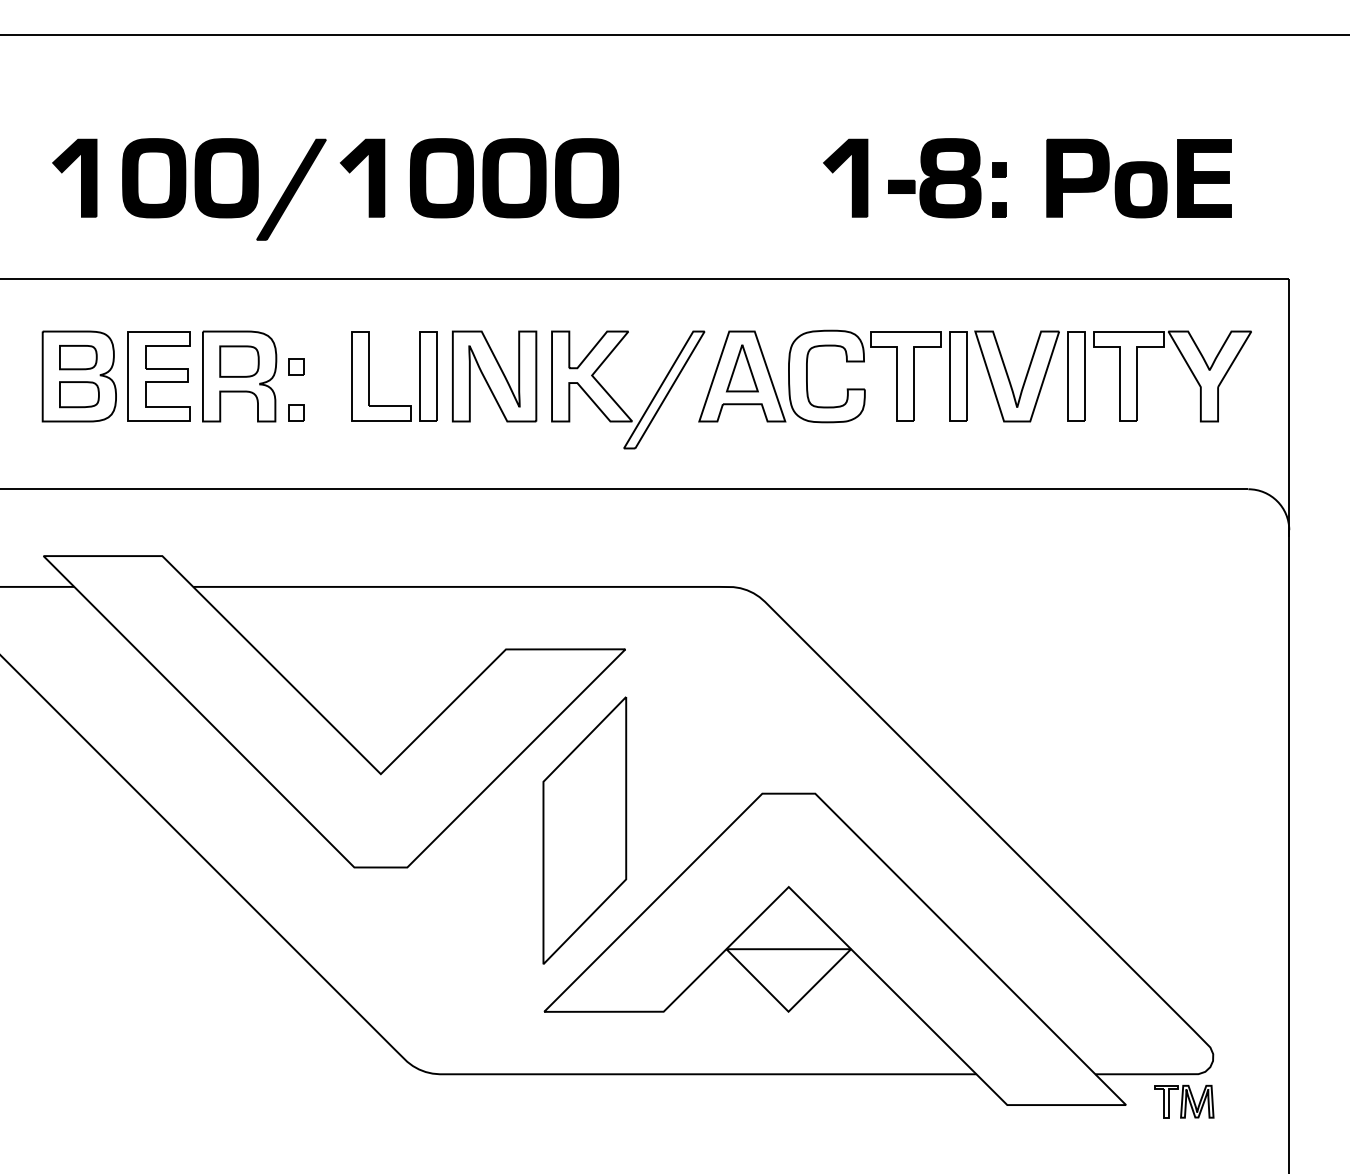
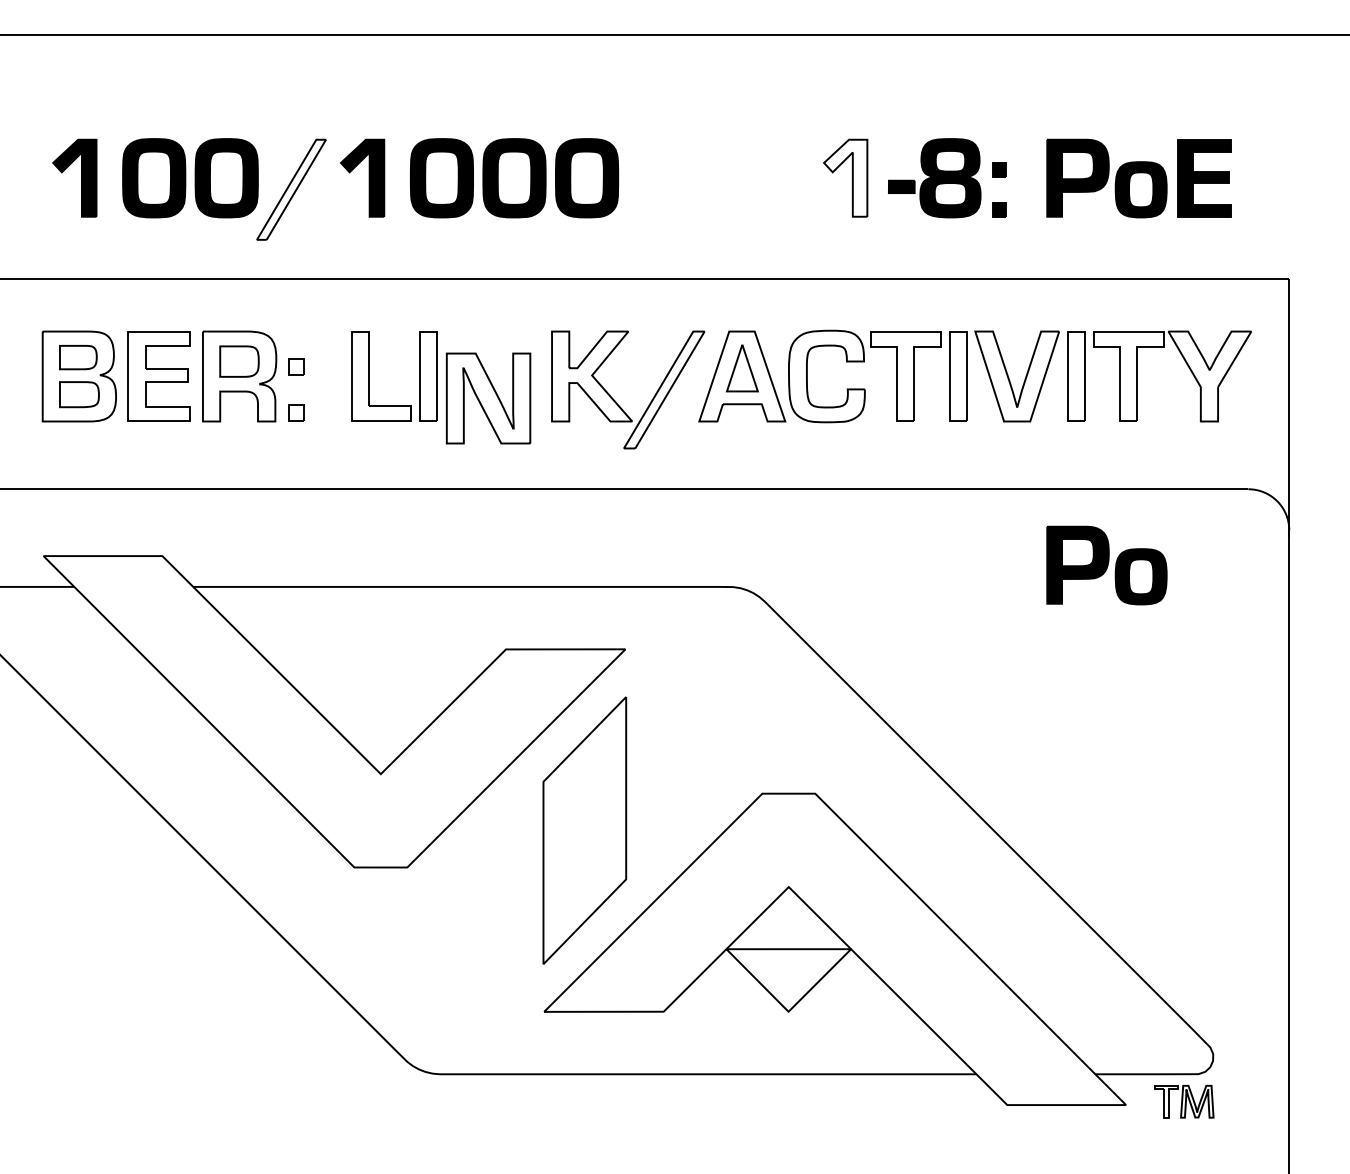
fill at (845, 177): present -> none
fill at (291, 189): present -> none
part at (494, 376) position: (494, 376) -> (488, 398)
part at (1106, 565): none -> present
